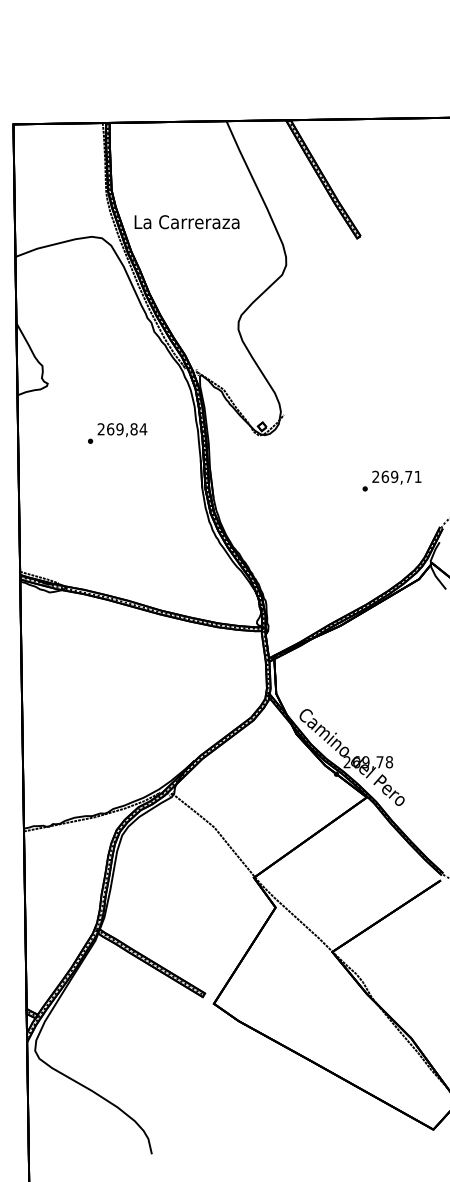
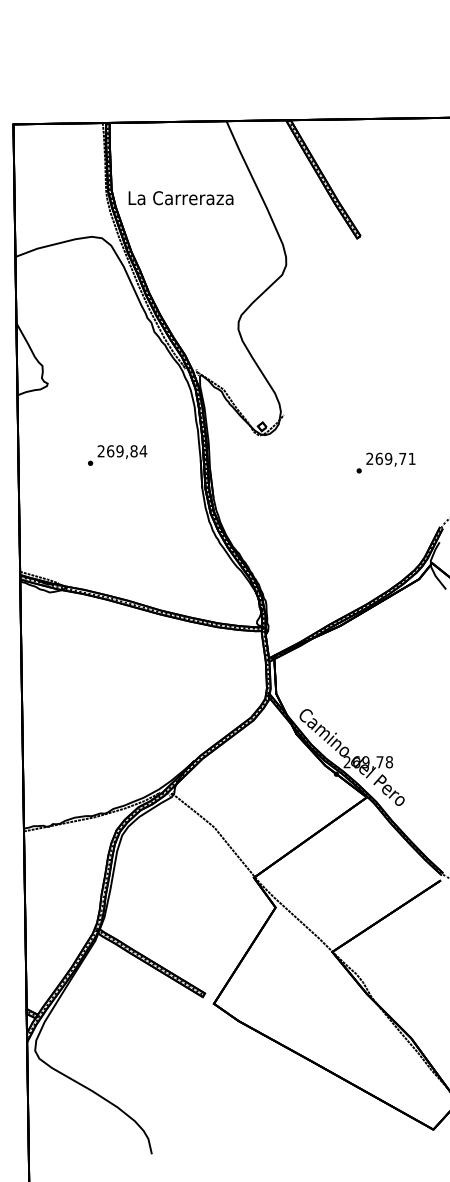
text at (186, 222) position: (186, 222) -> (180, 198)
text at (117, 433) position: (117, 433) -> (117, 455)
text at (391, 480) position: (391, 480) -> (385, 462)
